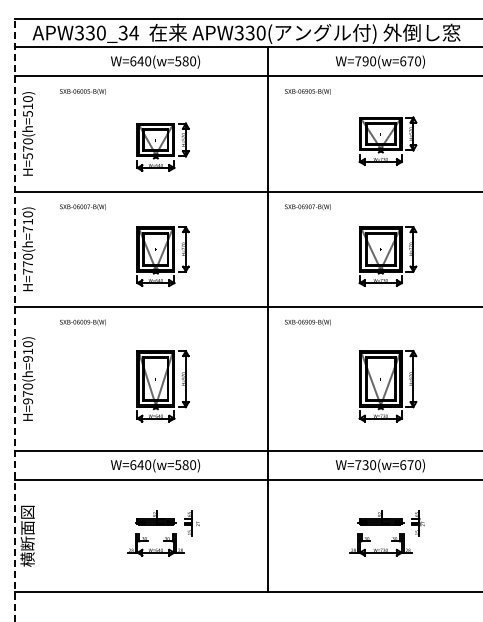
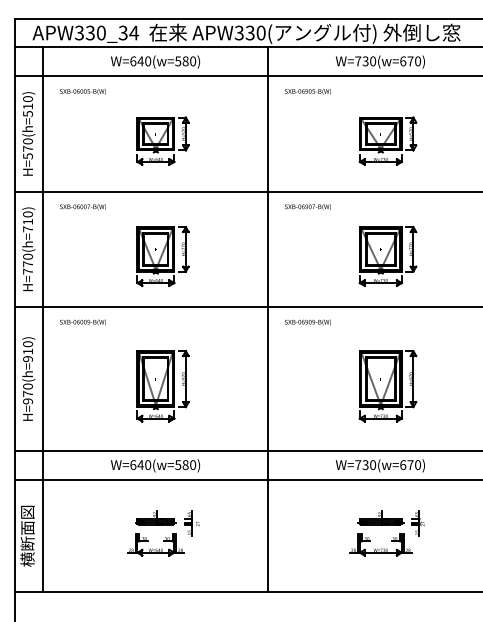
text at (365, 61): W=790(w=670) -> W=730(w=670)
part at (162, 146) position: (162, 146) -> (162, 140)
line at (14, 319): dashed -> solid
line at (43, 319): none -> present
